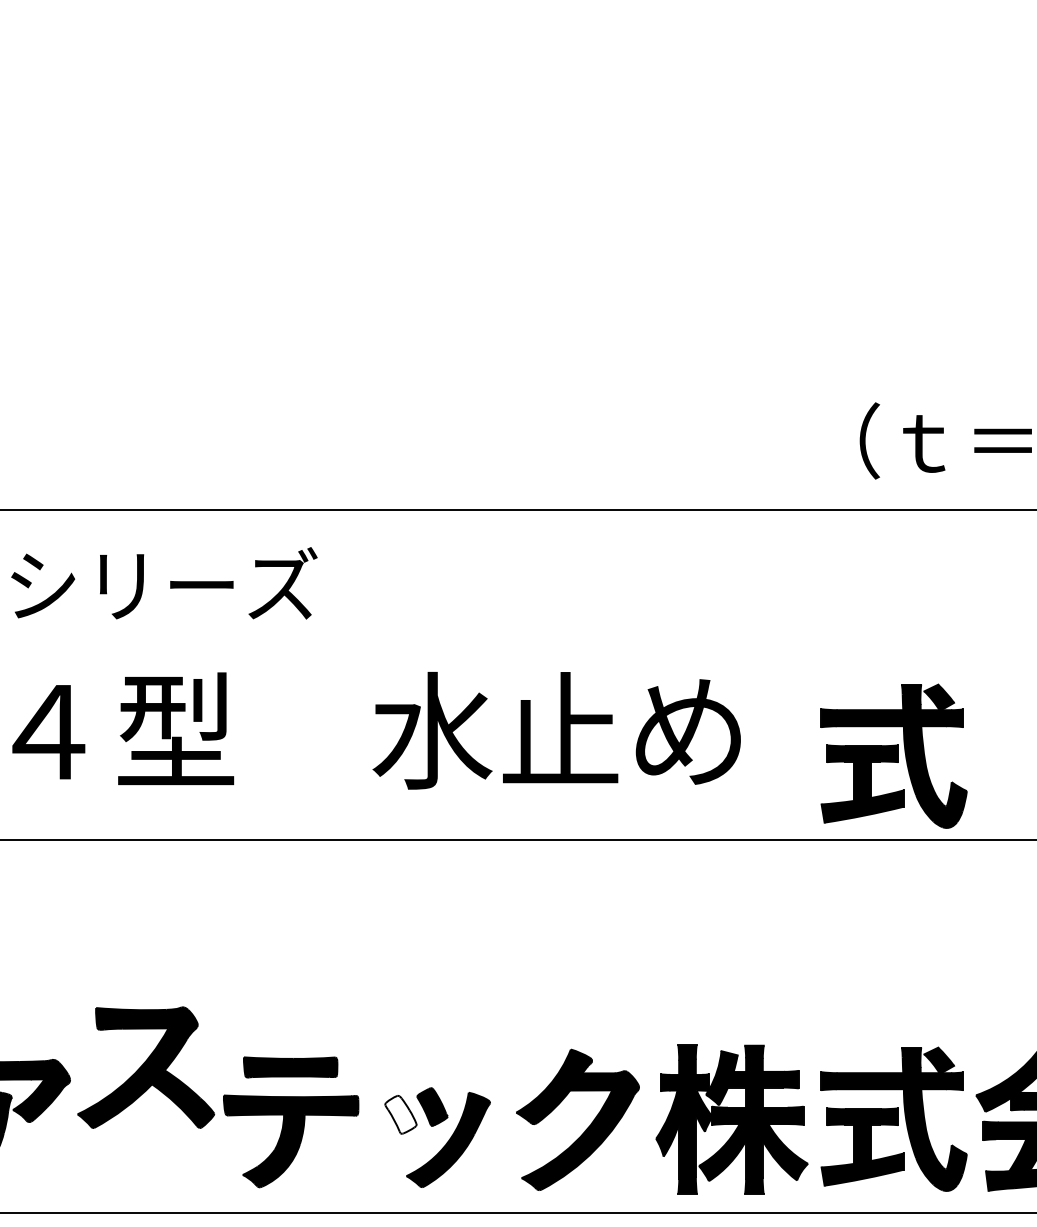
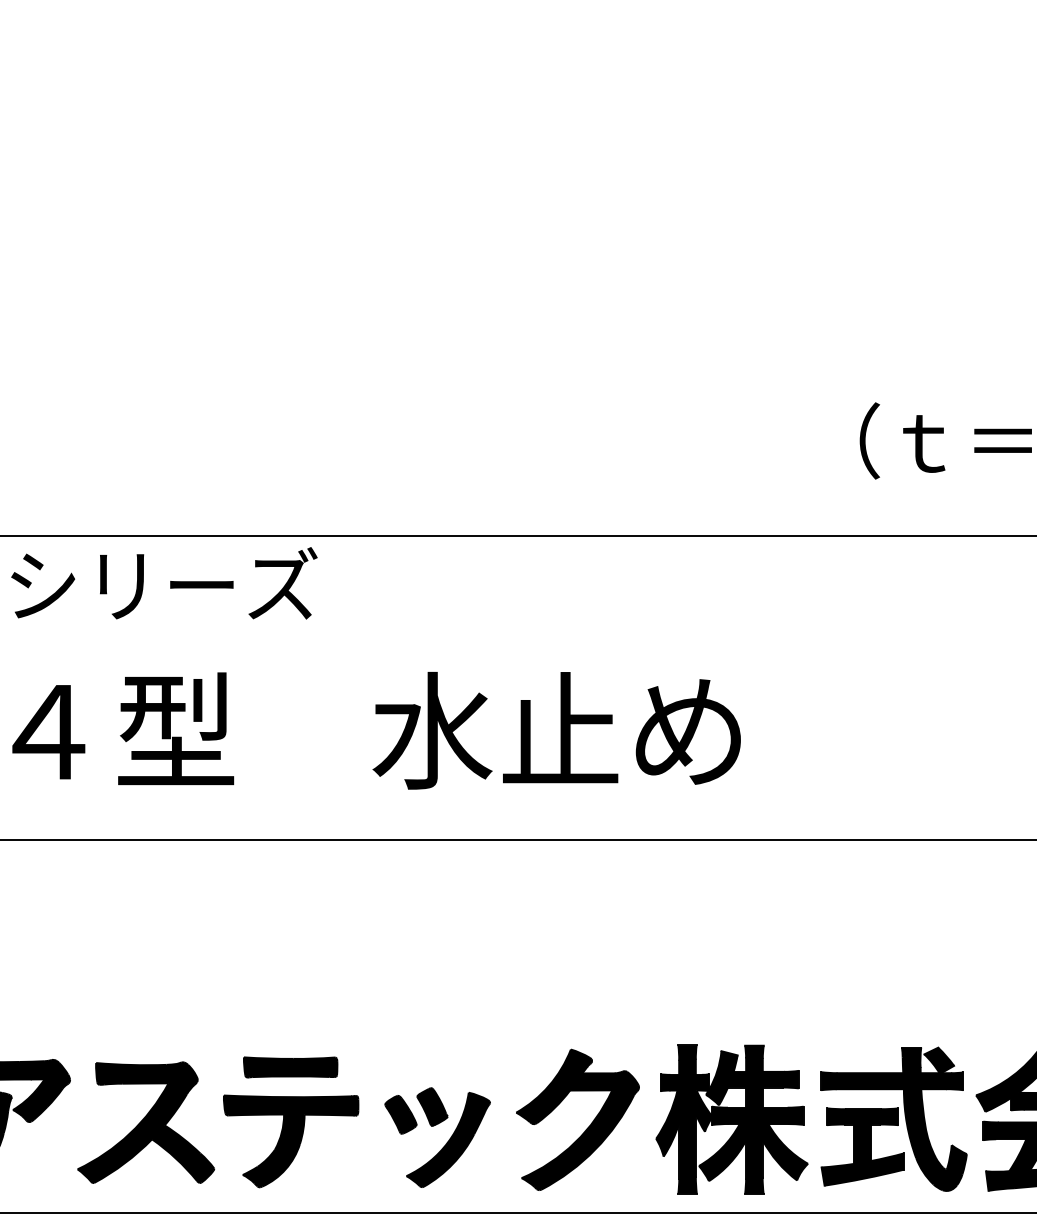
line at (517, 509) position: (517, 509) -> (517, 535)
part at (893, 755): present -> none
part at (146, 1067) position: (146, 1067) -> (146, 1122)
fill at (400, 1114): none -> present
